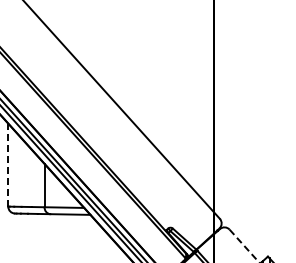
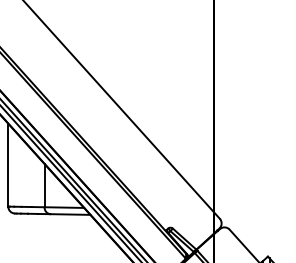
line at (8, 164): dashed -> solid
line at (244, 246): dashed -> solid
